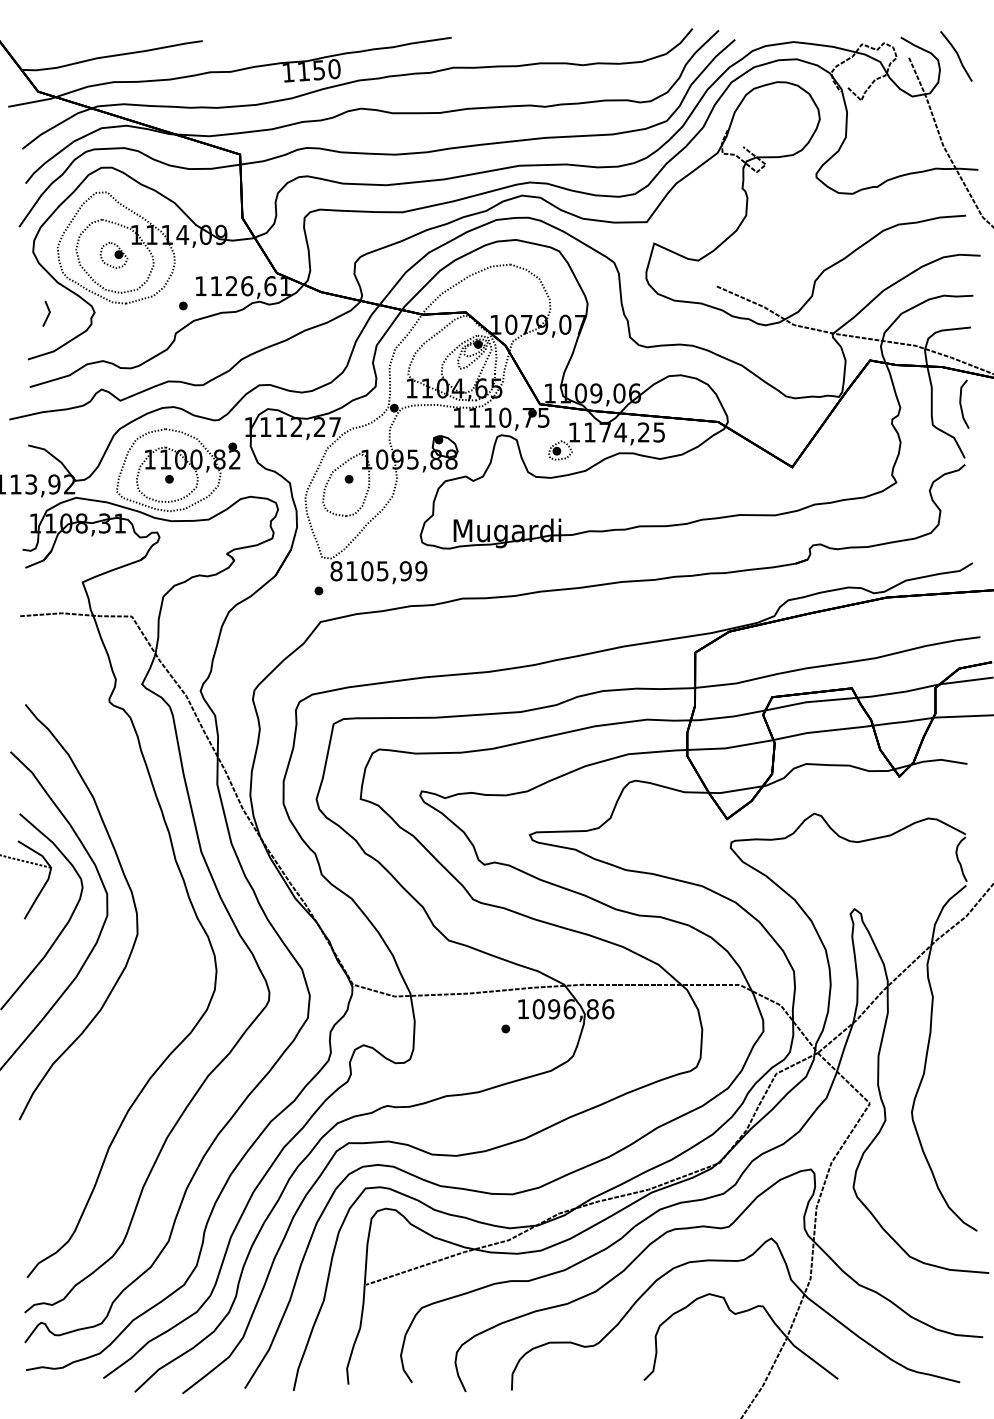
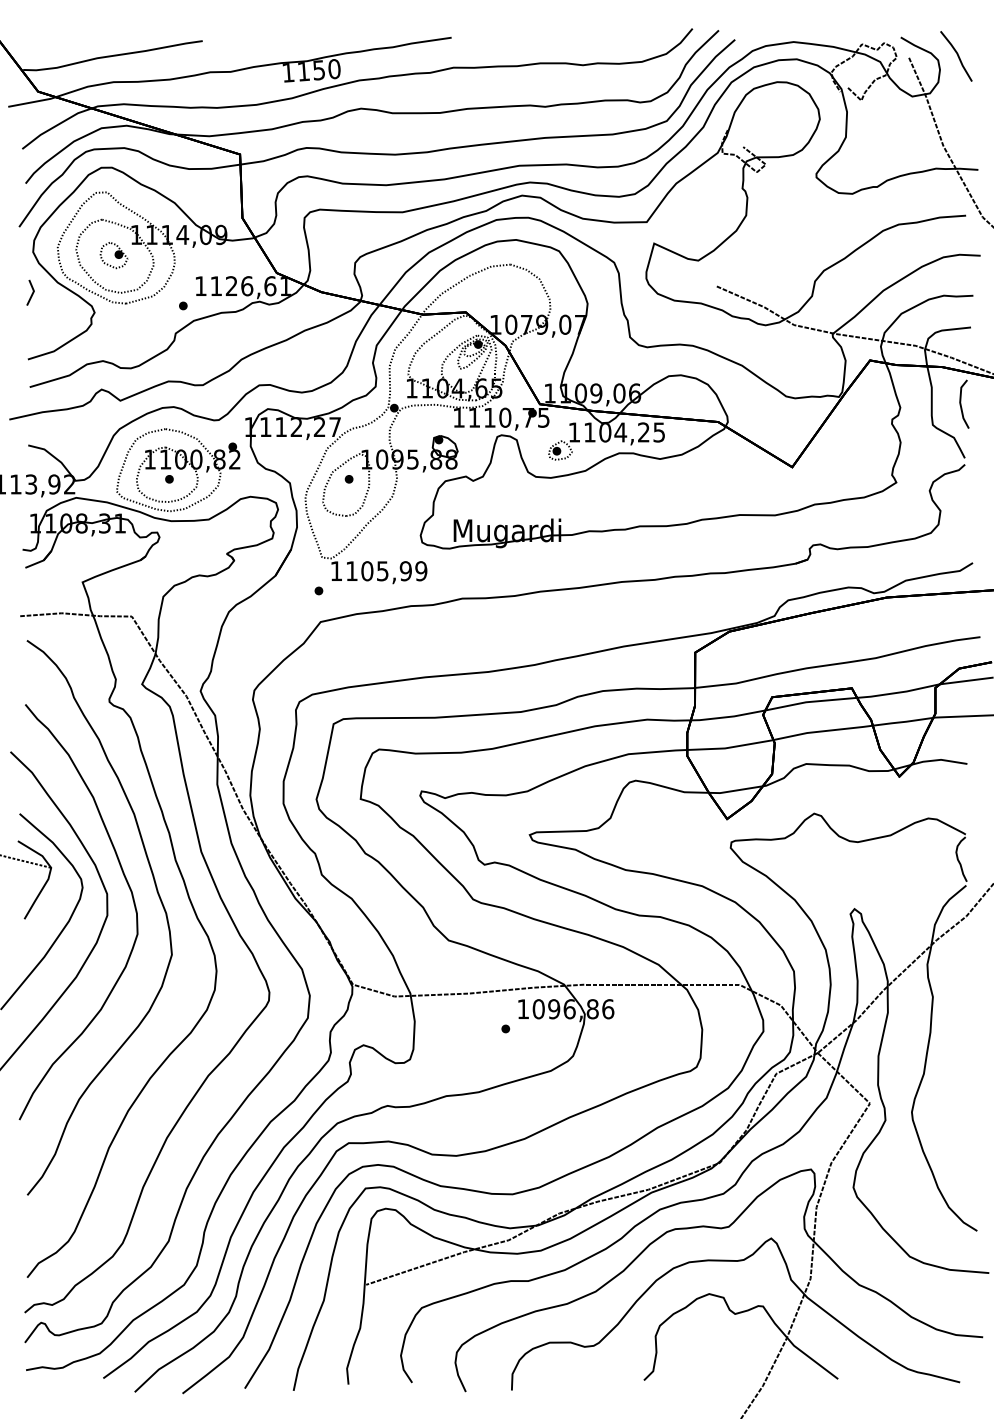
line at (47, 314) position: (47, 314) -> (31, 293)
text at (605, 432): 1174,25 -> 1104,25
text at (336, 571): 8105,99 -> 1105,99
curve at (158, 897): none -> present
